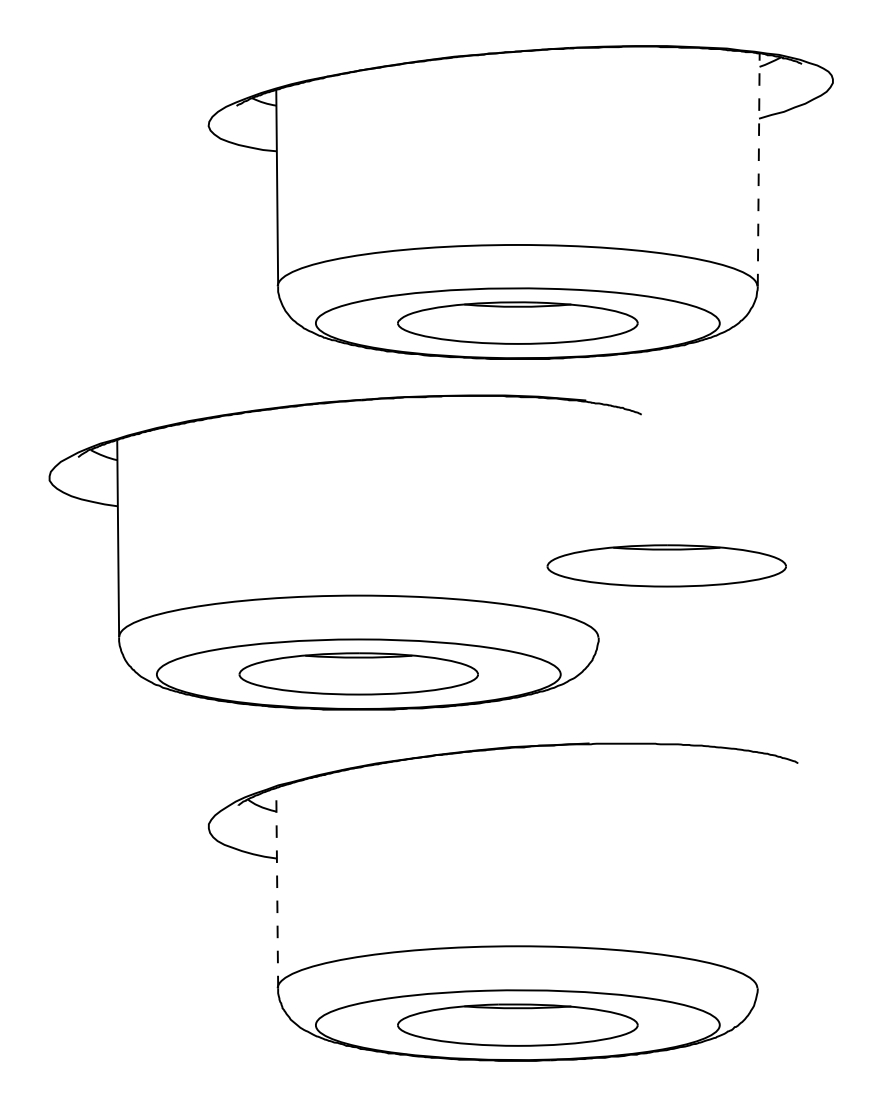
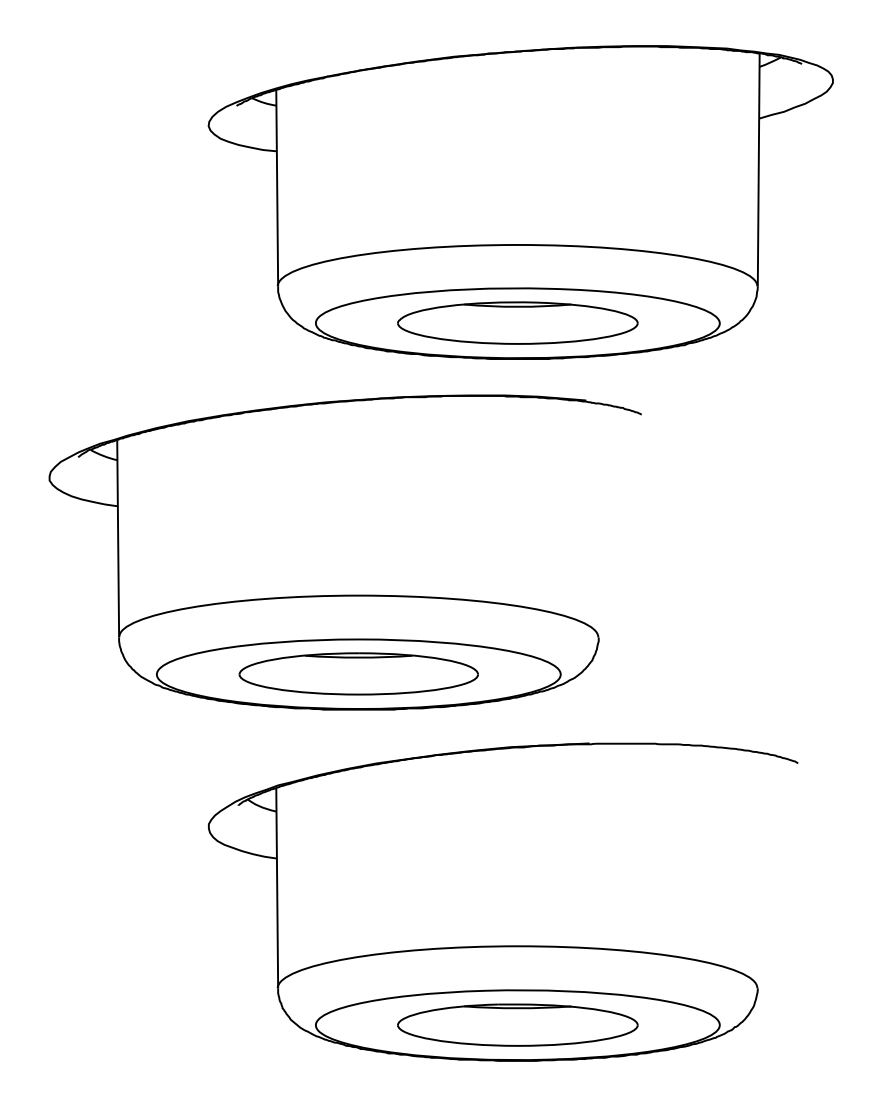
line at (758, 169): dashed -> solid
part at (666, 565): present -> none
line at (277, 887): dashed -> solid
